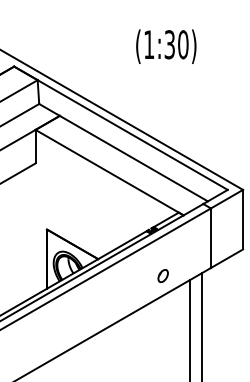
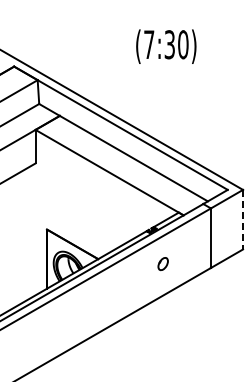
text at (149, 44): (1:30) -> (7:30)
line at (243, 219): solid -> dashed
part at (162, 276) position: (162, 276) -> (162, 264)
line at (201, 325): present -> none
line at (190, 328): present -> none
